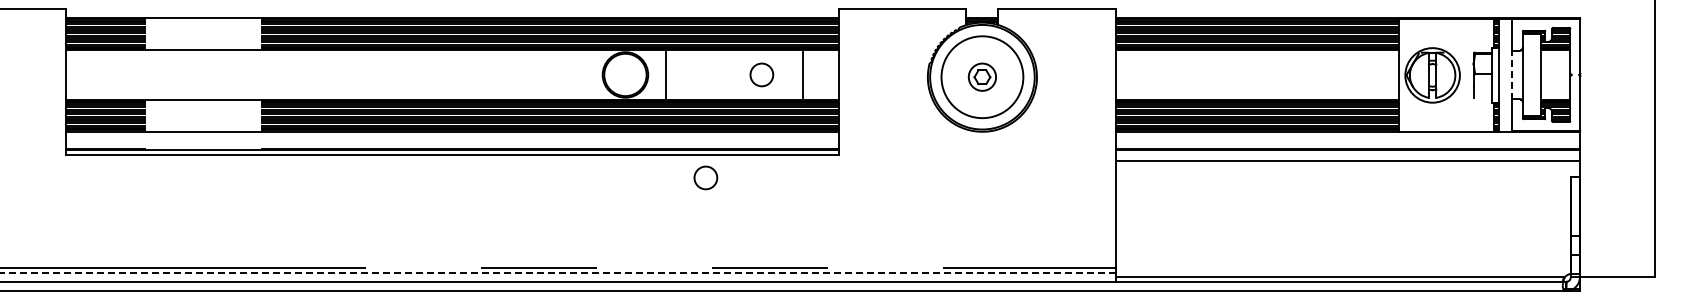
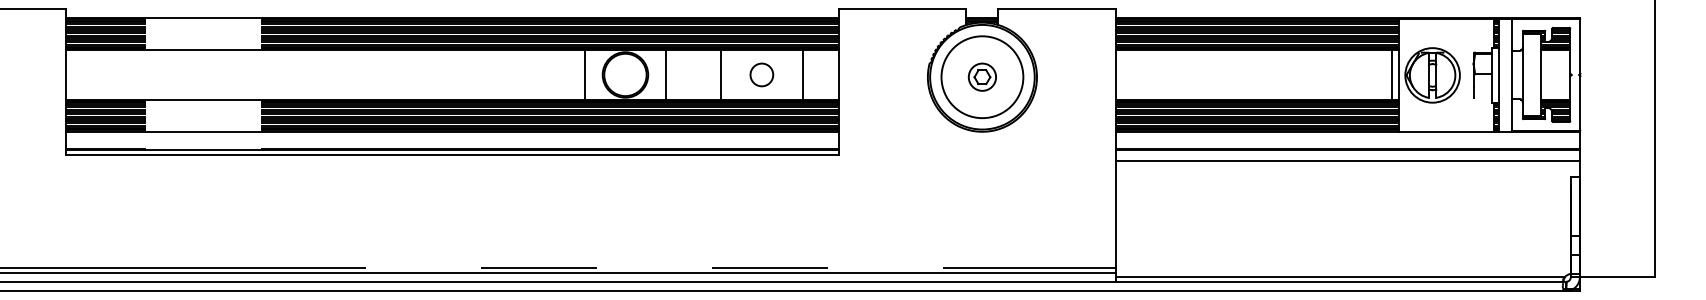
line at (584, 74): none -> present
line at (720, 74): none -> present
line at (1391, 74): none -> present
line at (1512, 74): dashed -> solid
circle at (705, 177): present -> none
line at (558, 272): dashed -> solid
